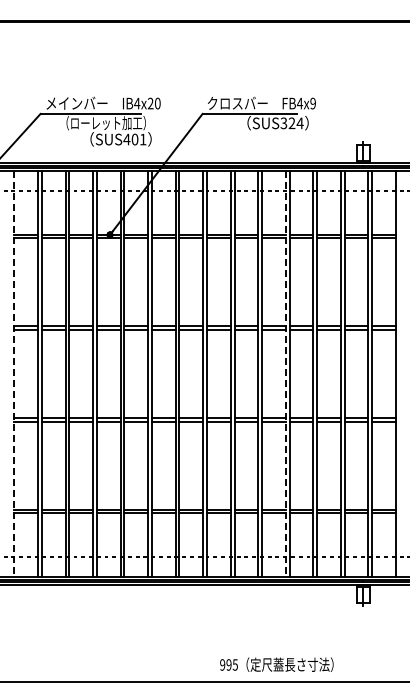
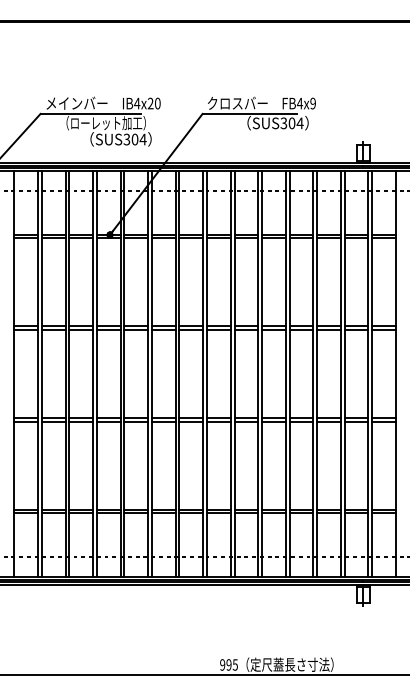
text at (291, 123): SUS324 -> SUS304
text at (134, 139): SUS401 -> SUS304
line at (14, 373): dashed -> solid
line at (285, 373): dashed -> solid
line at (204, 682) position: (204, 682) -> (204, 675)
